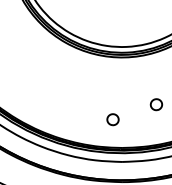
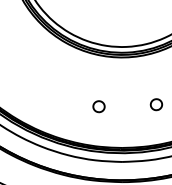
part at (112, 119) position: (112, 119) -> (98, 106)
